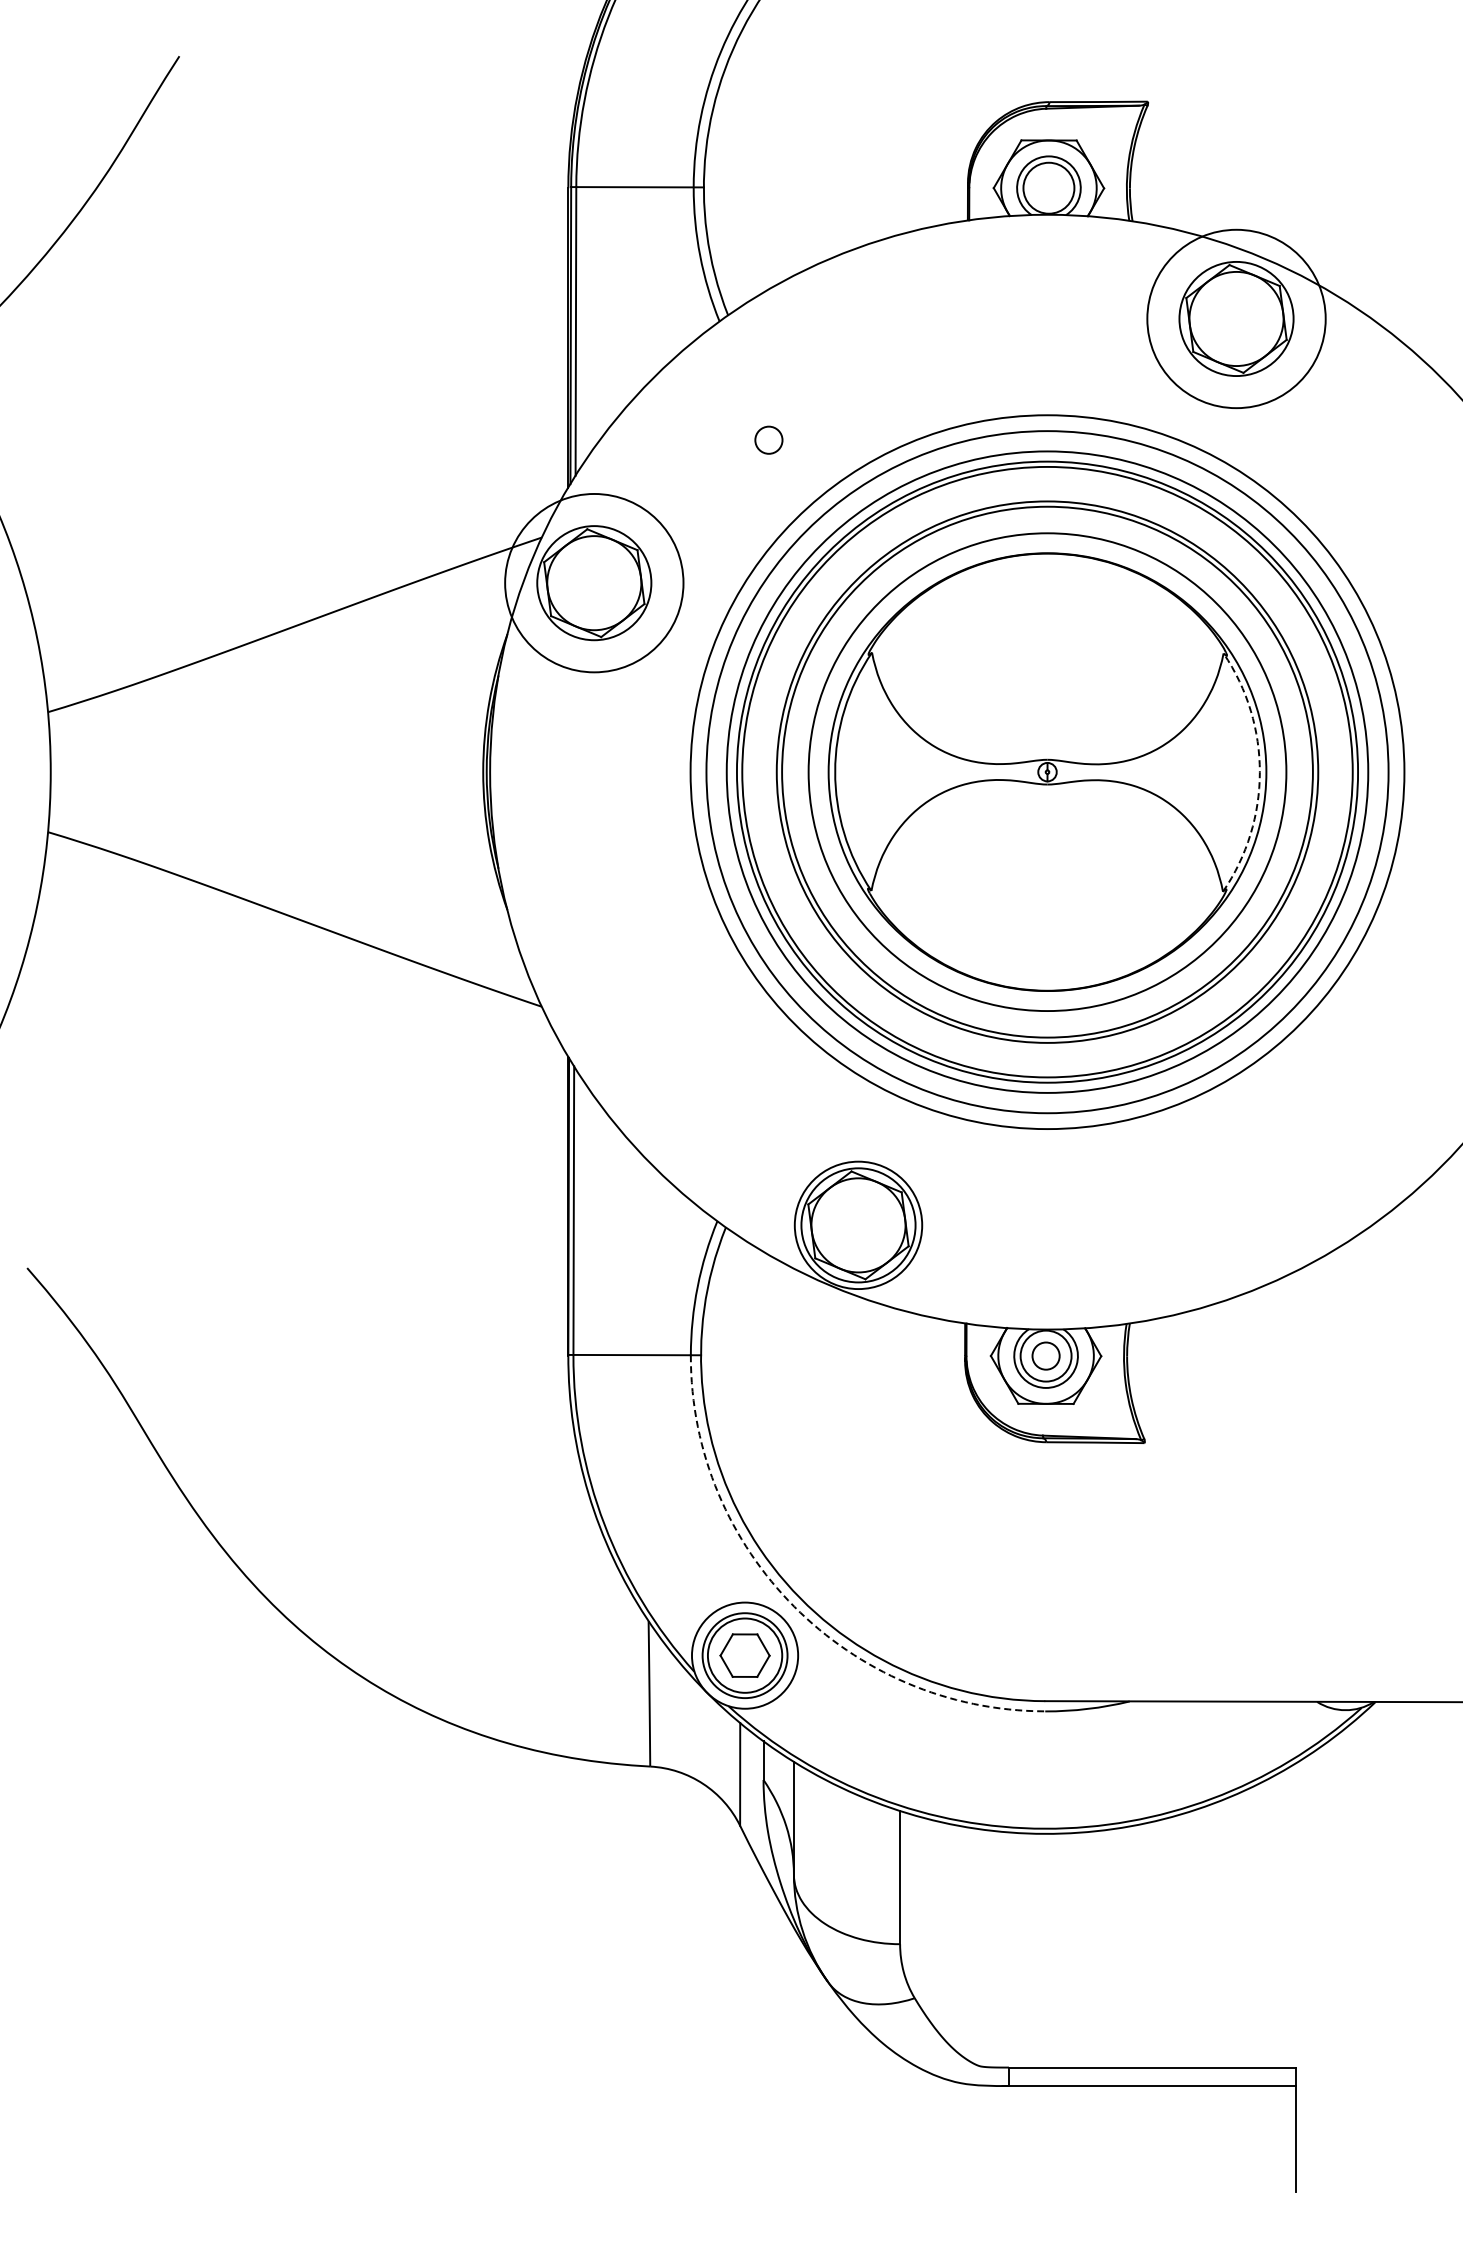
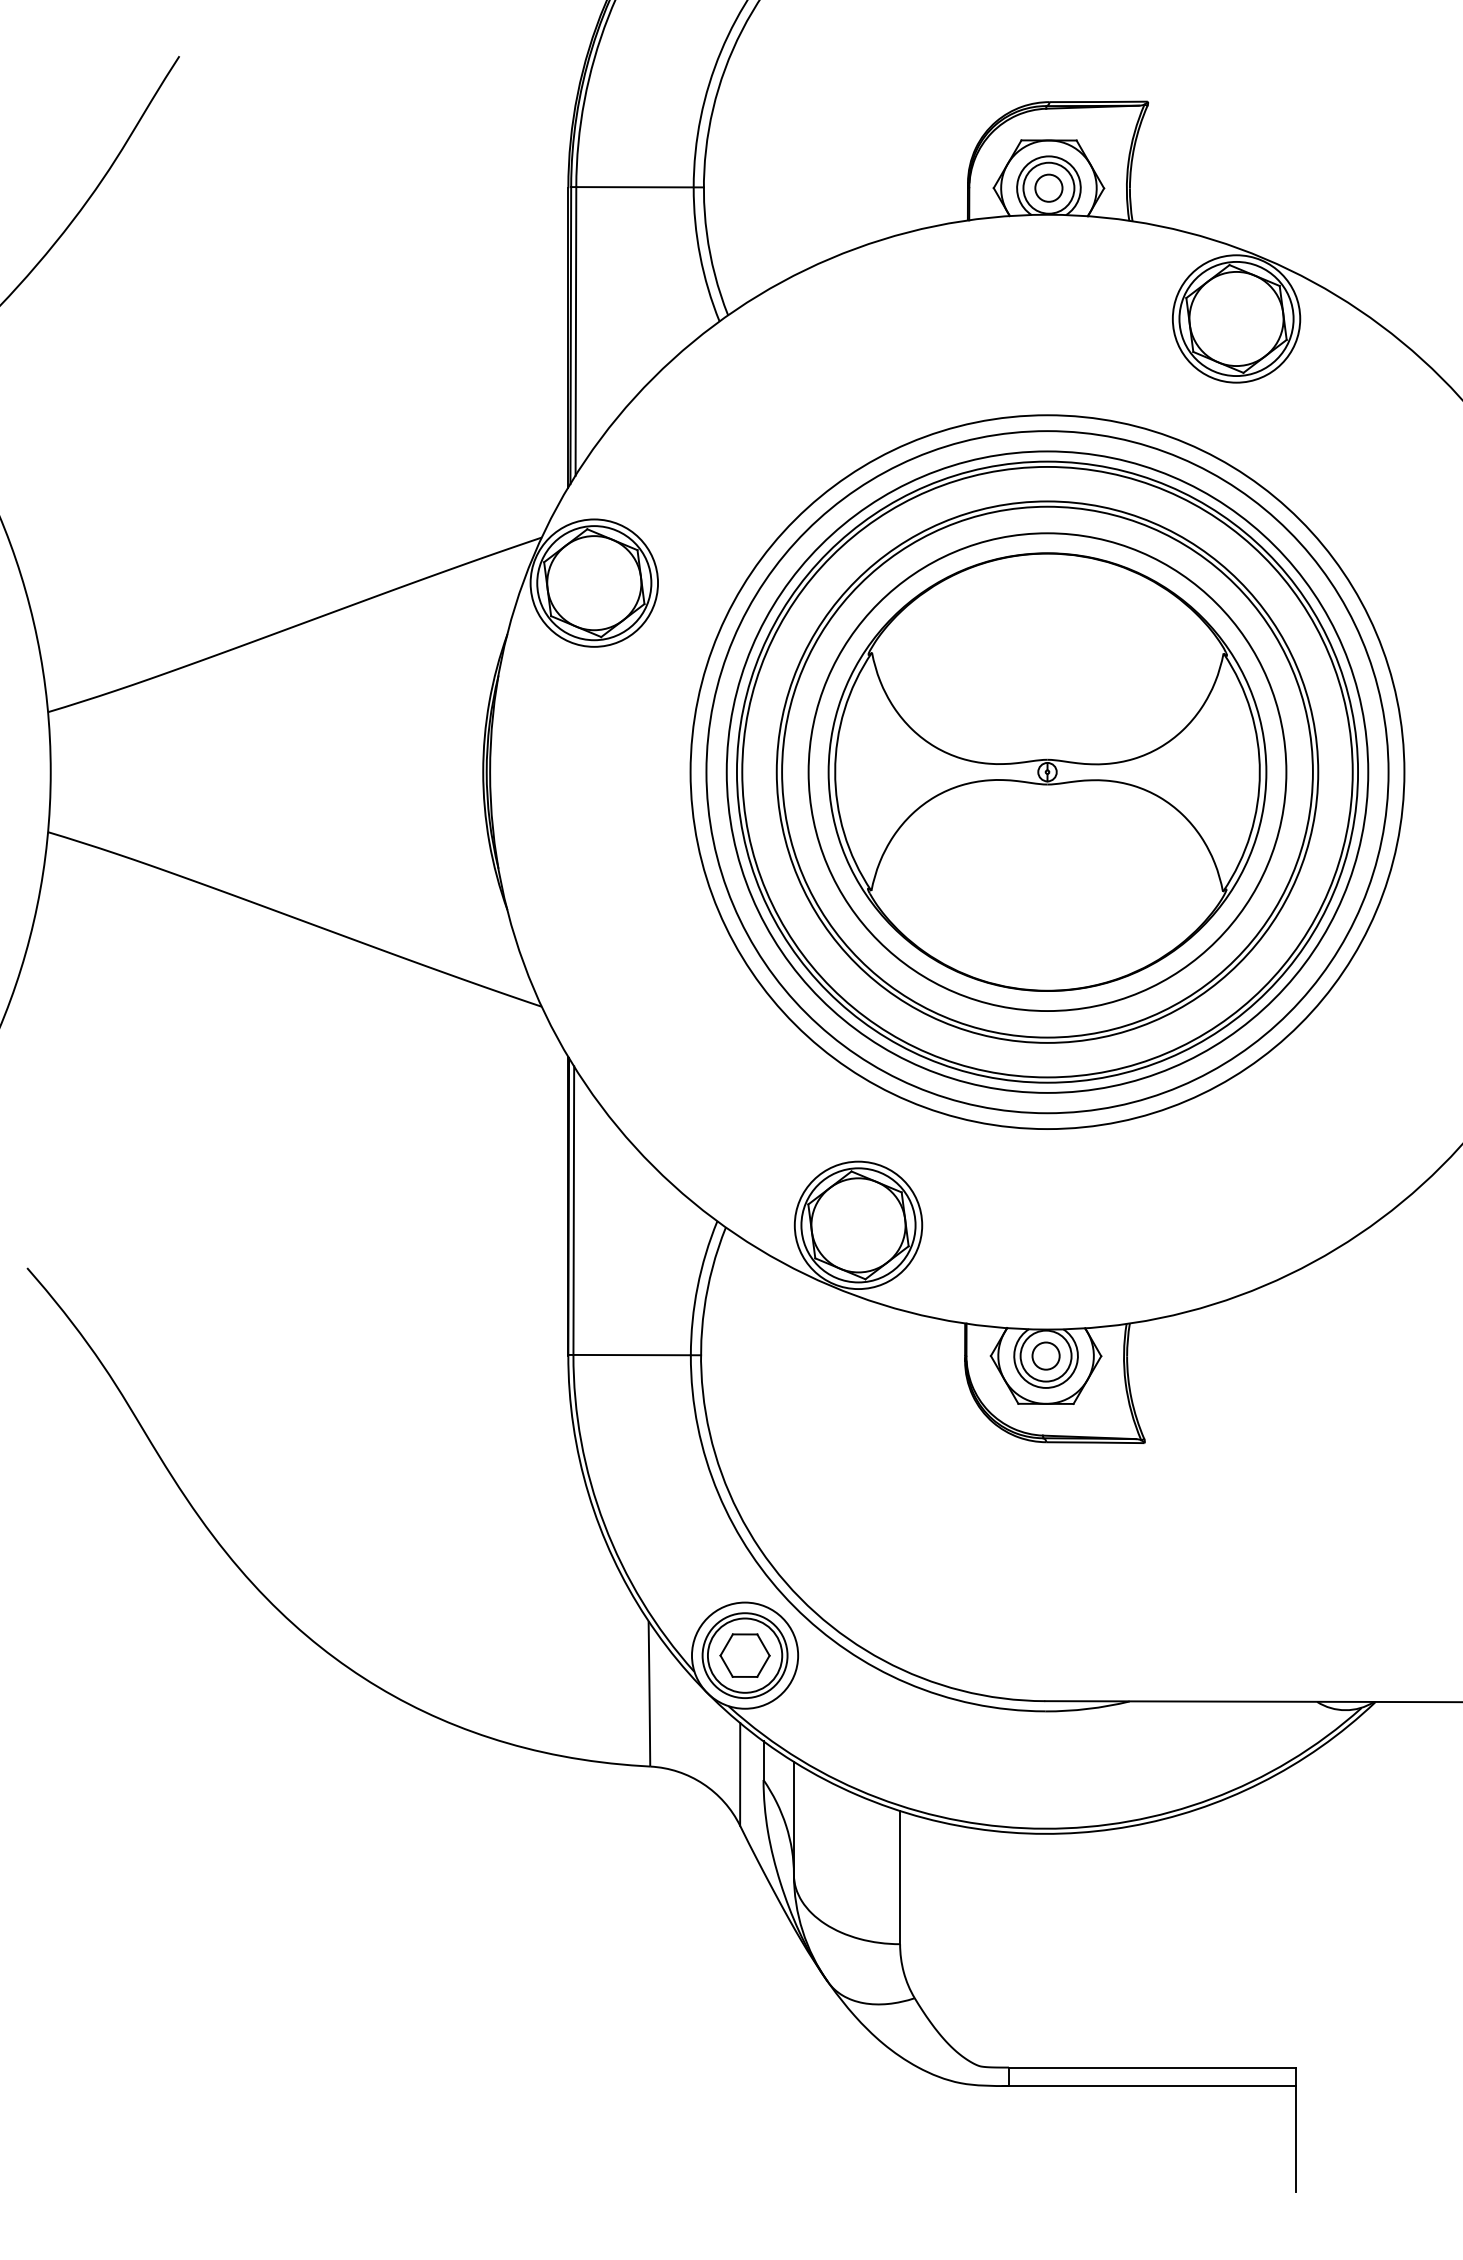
circle at (1236, 318) diameter: 178 px -> 127 px
circle at (768, 439) position: (768, 439) -> (1048, 187)
circle at (594, 582) diameter: 178 px -> 127 px
arc at (1259, 772): dashed -> solid
arc at (794, 1606): dashed -> solid
